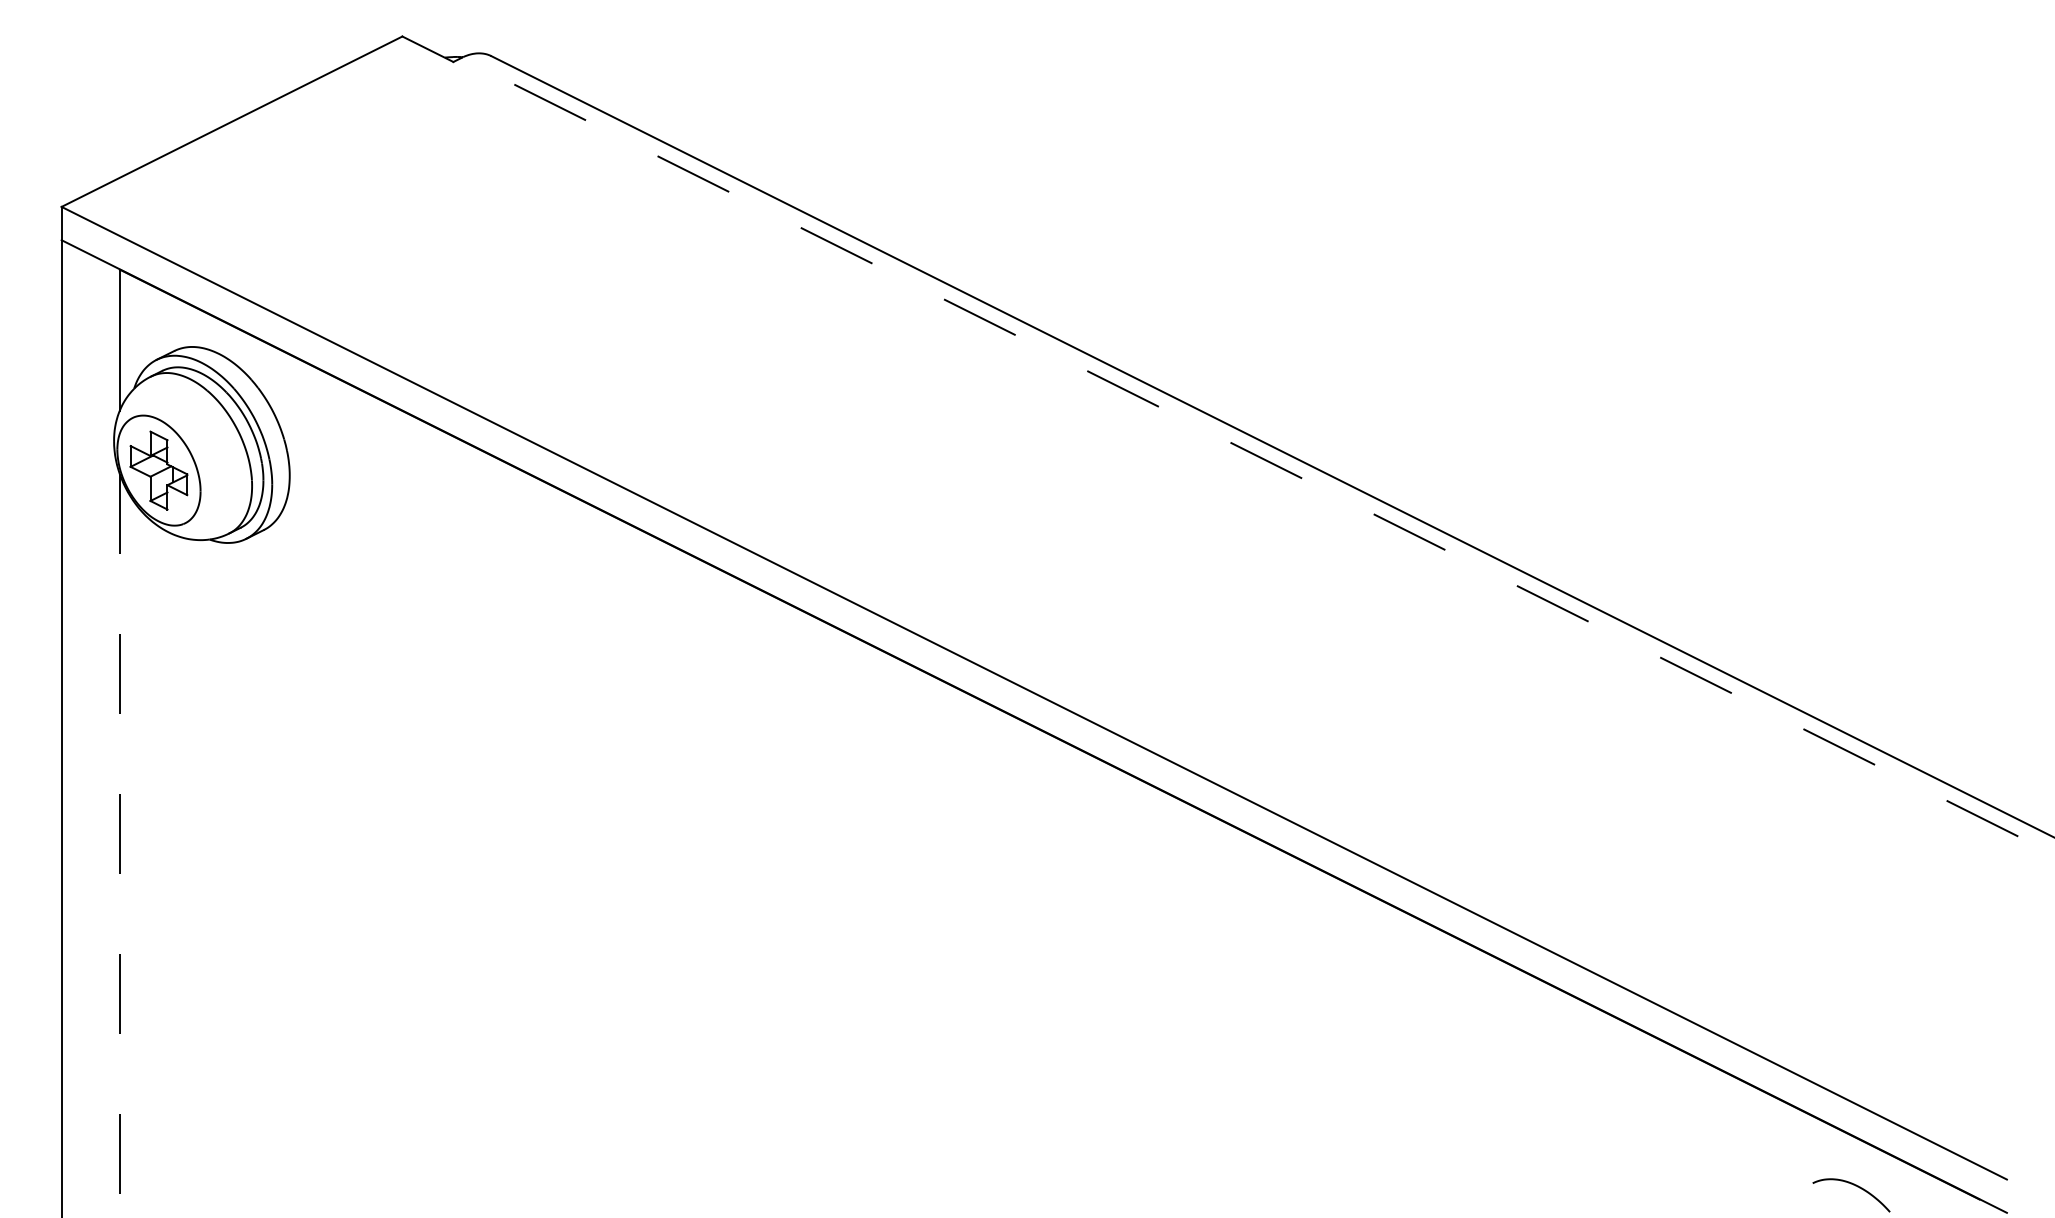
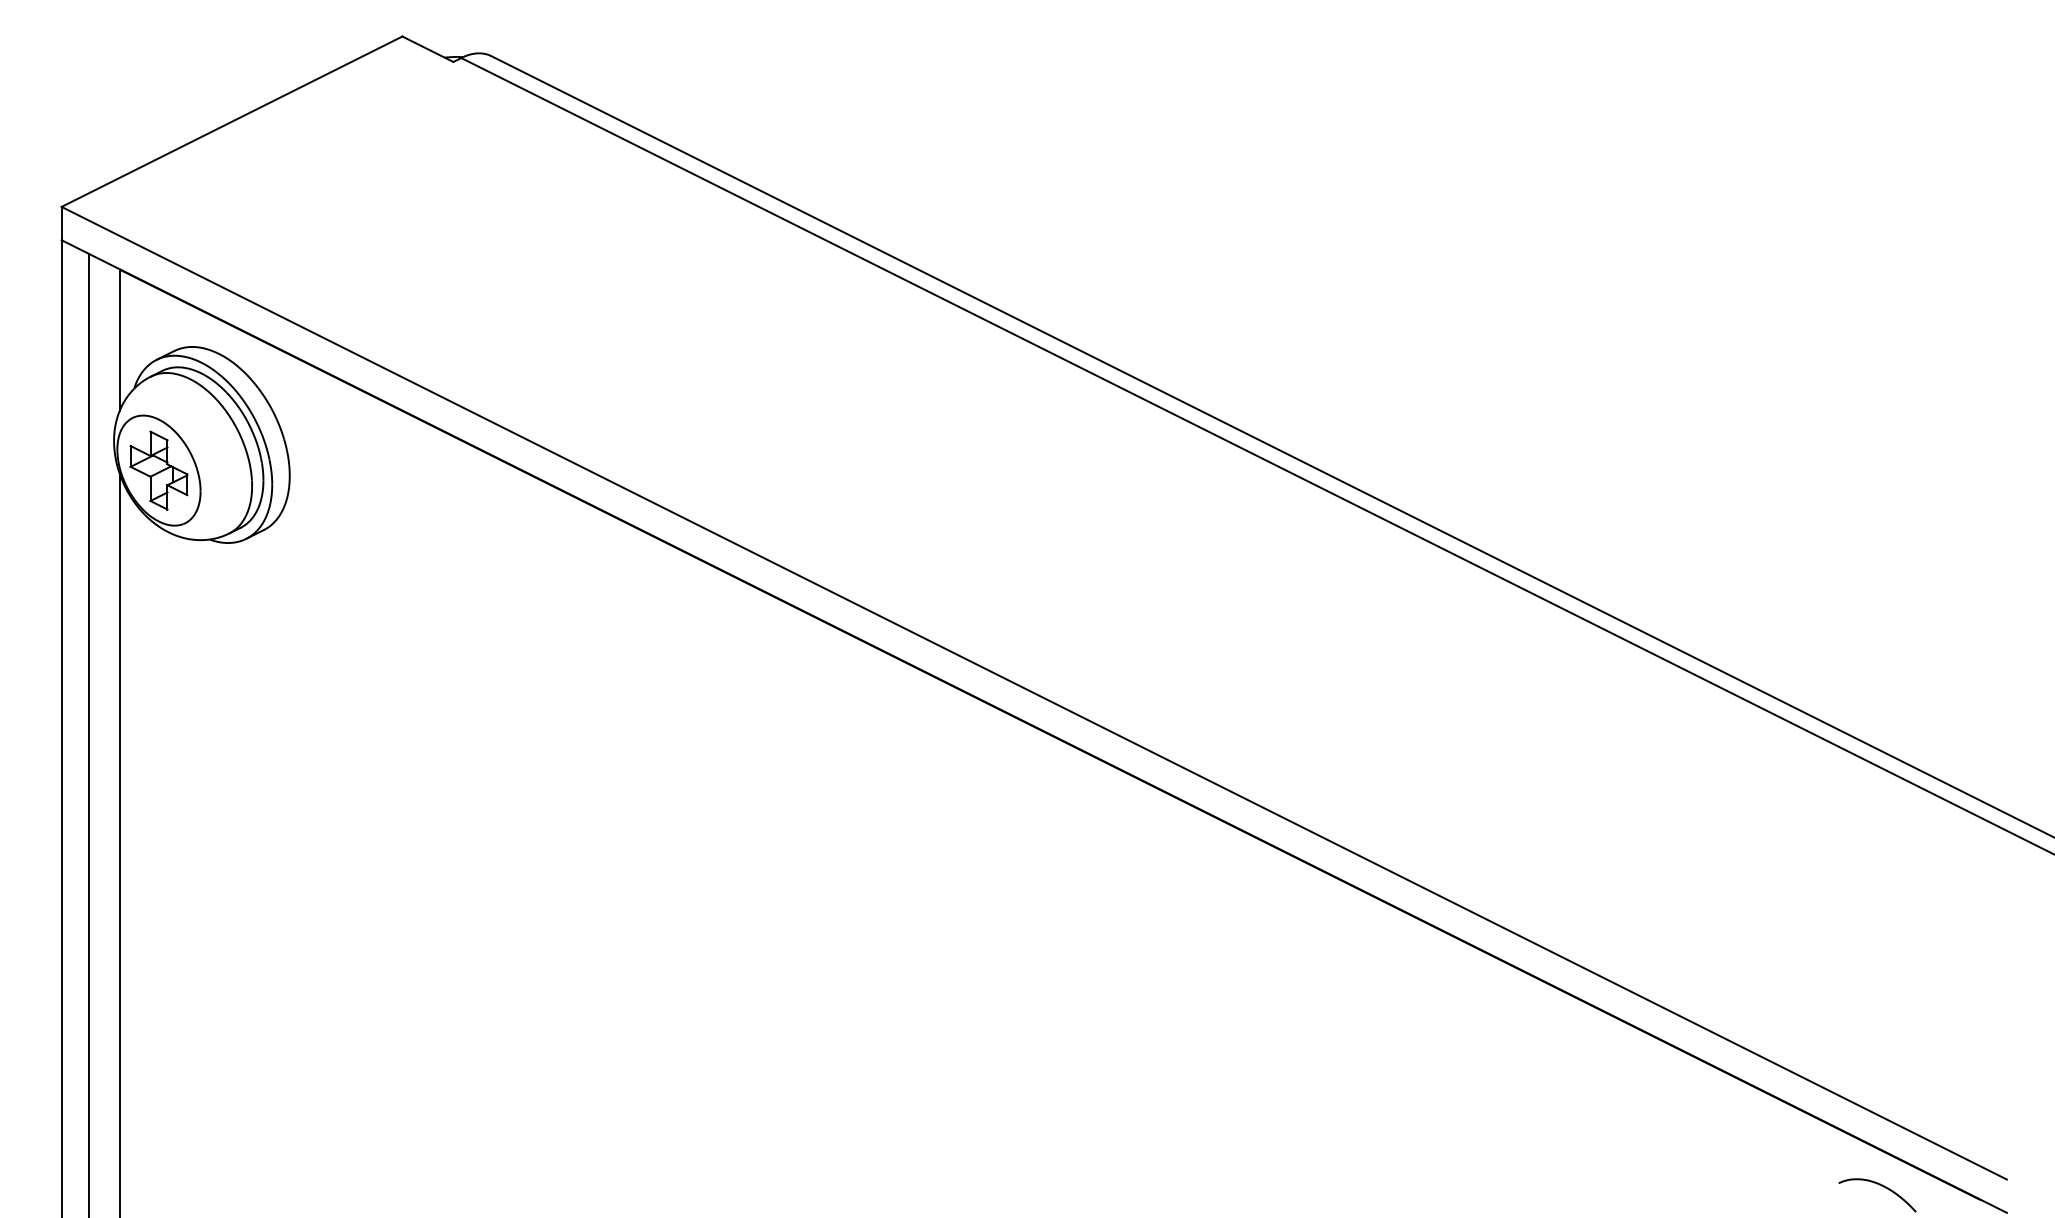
line at (1257, 456): dashed -> solid
line at (88, 733): none -> present
line at (119, 845): dashed -> solid
curve at (1855, 1186) position: (1855, 1186) -> (1881, 1186)
